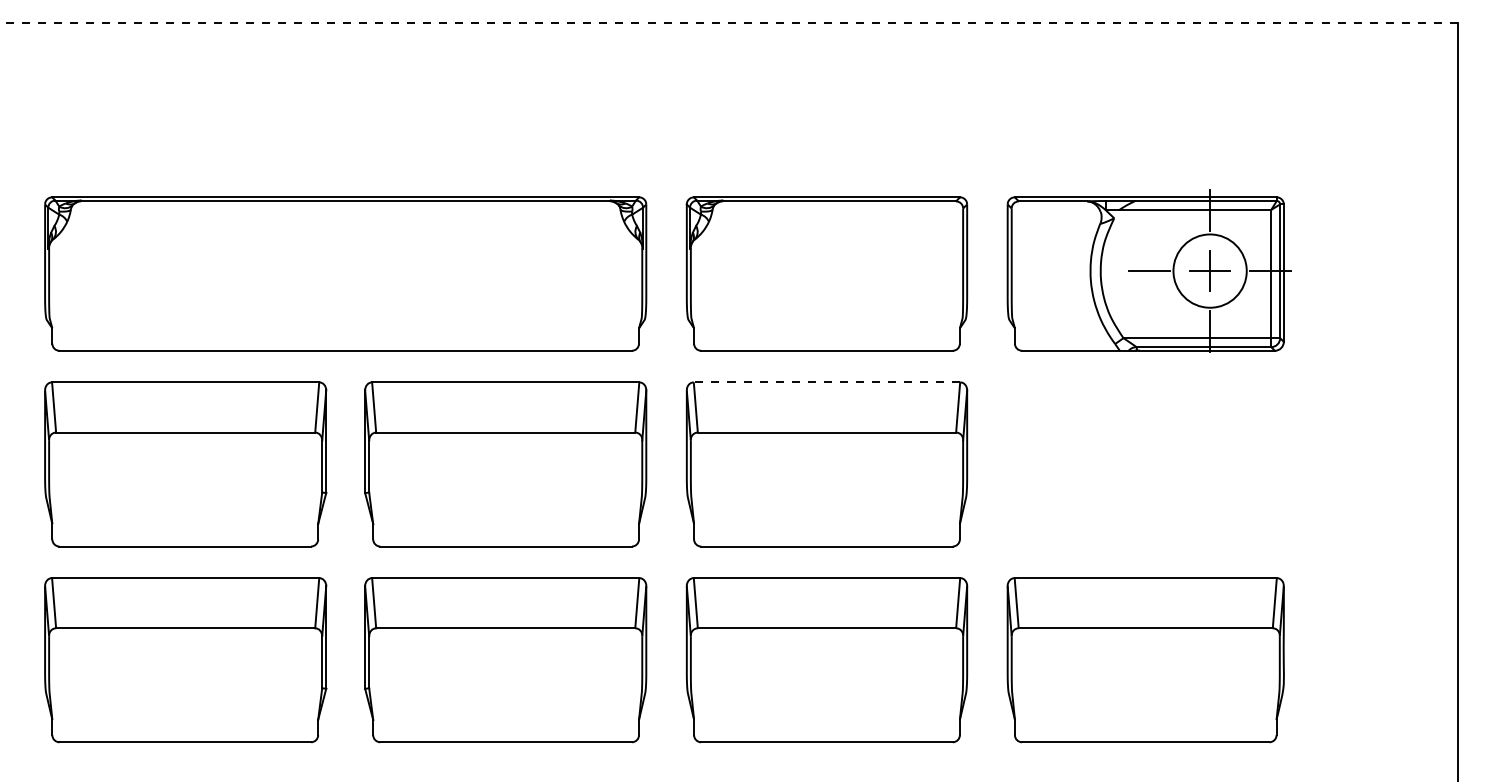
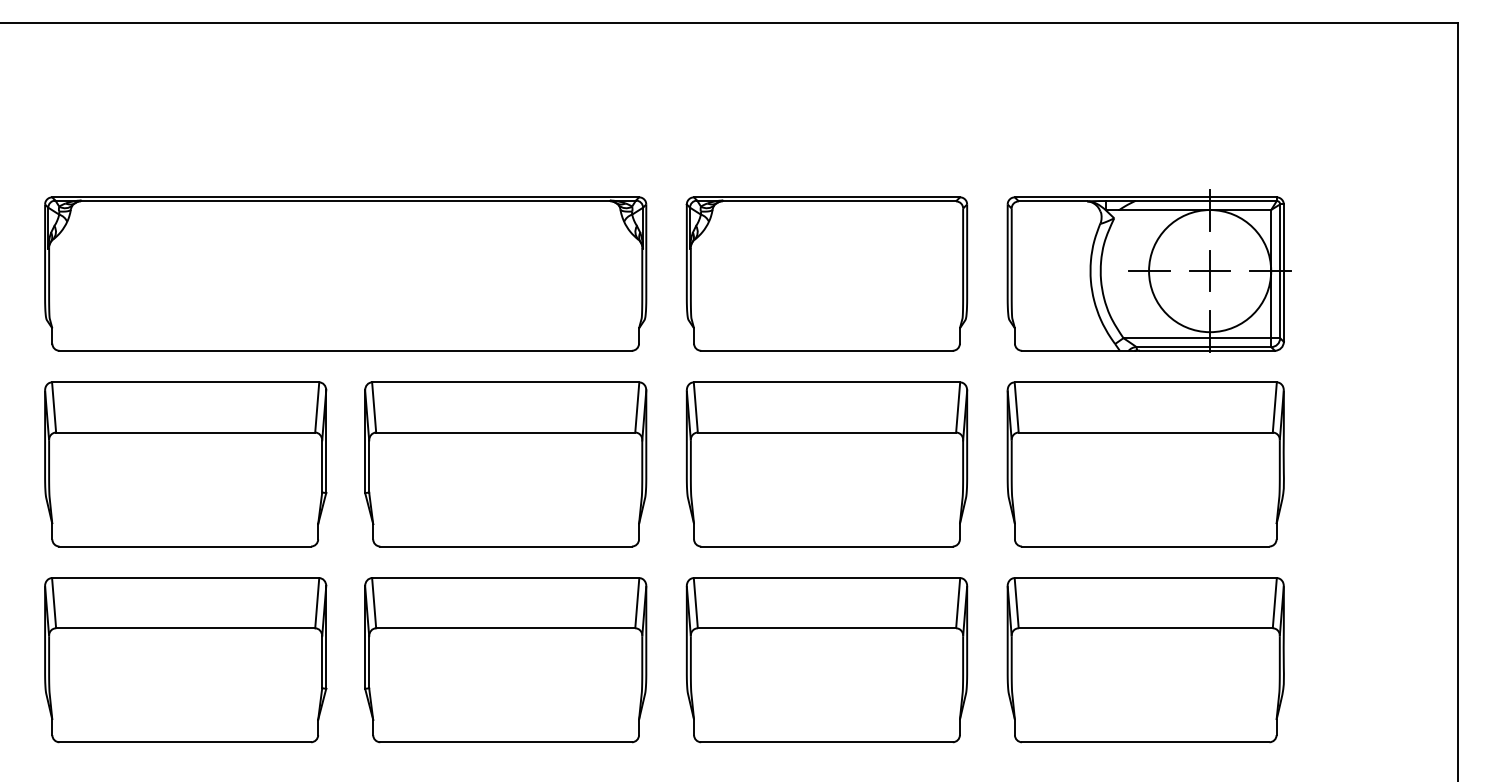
line at (728, 23): dashed -> solid
circle at (1209, 270) diameter: 73 px -> 122 px
line at (826, 382): dashed -> solid
part at (1145, 464): none -> present
